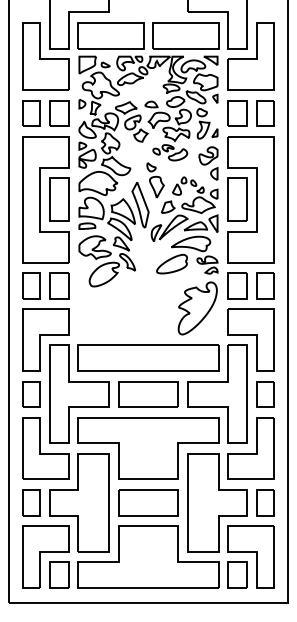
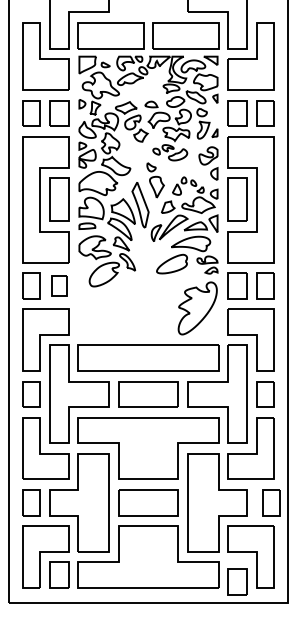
part at (59, 285) size: 21x28 px -> 17x22 px
part at (265, 502) position: (265, 502) -> (271, 502)
part at (237, 574) position: (237, 574) -> (237, 581)
